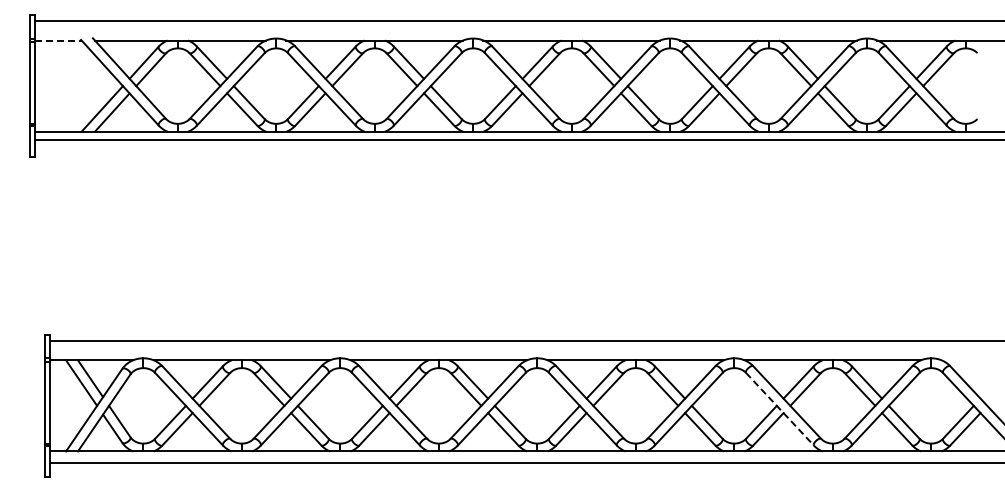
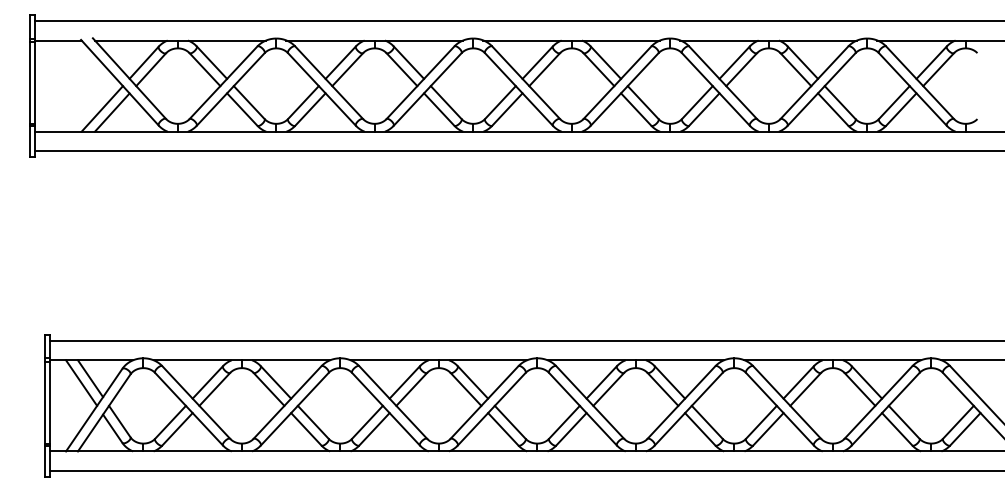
line at (58, 40): dashed -> solid
line at (518, 140) position: (518, 140) -> (518, 151)
line at (971, 360): none -> present
line at (779, 409): dashed -> solid
line at (525, 463) position: (525, 463) -> (525, 471)
